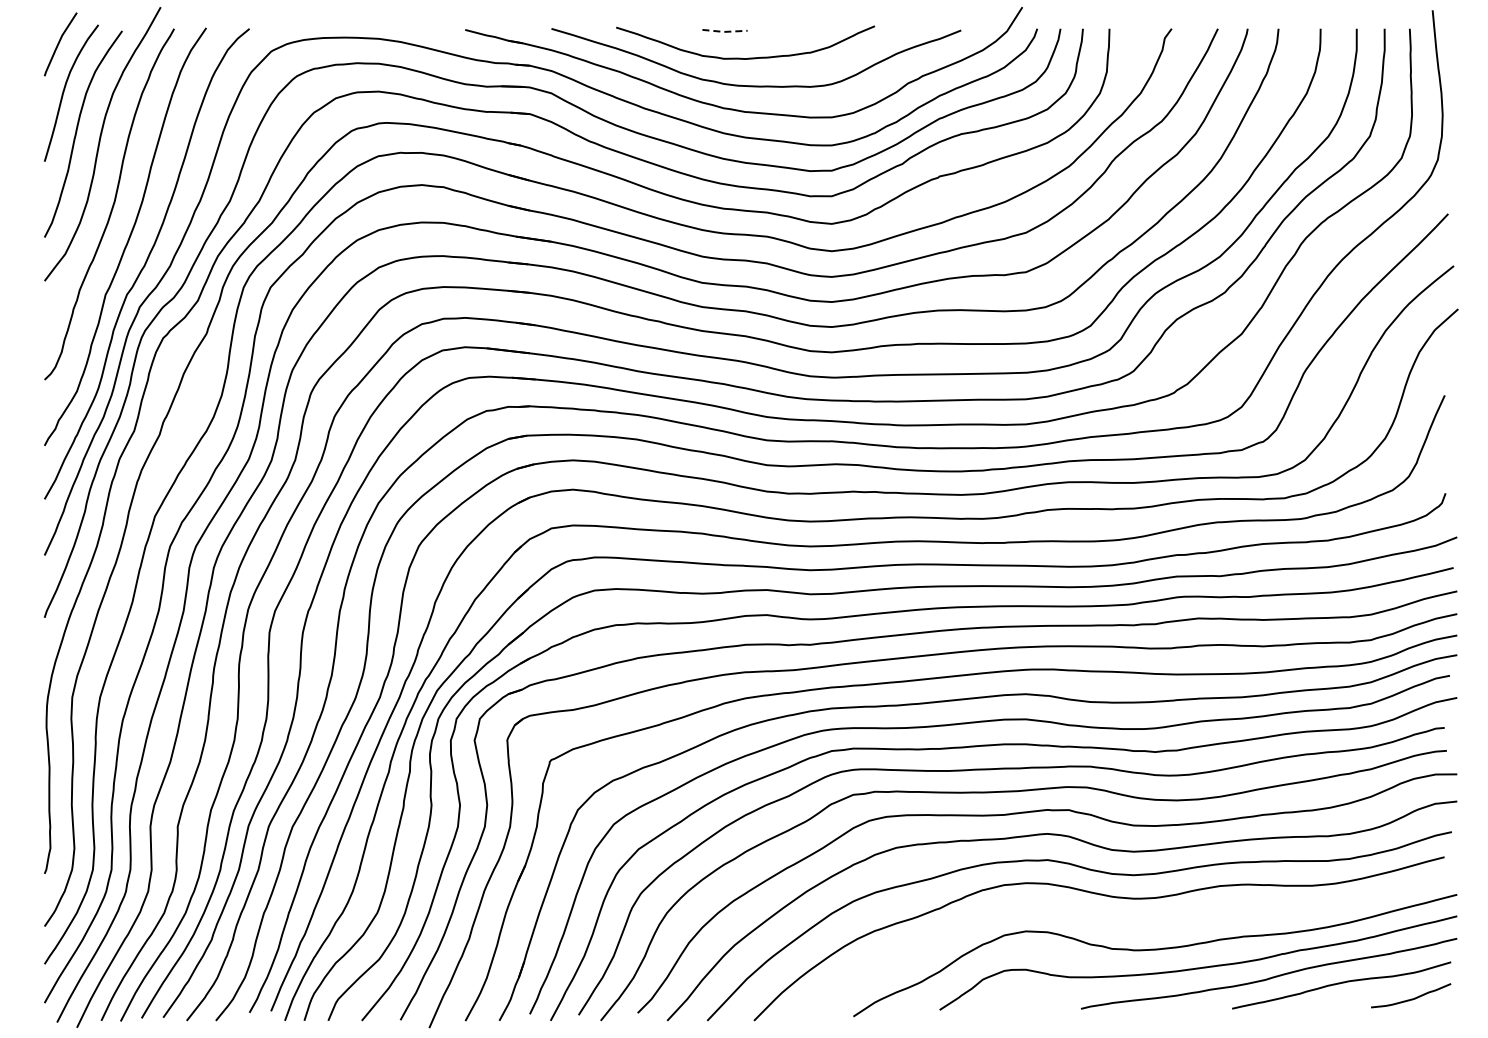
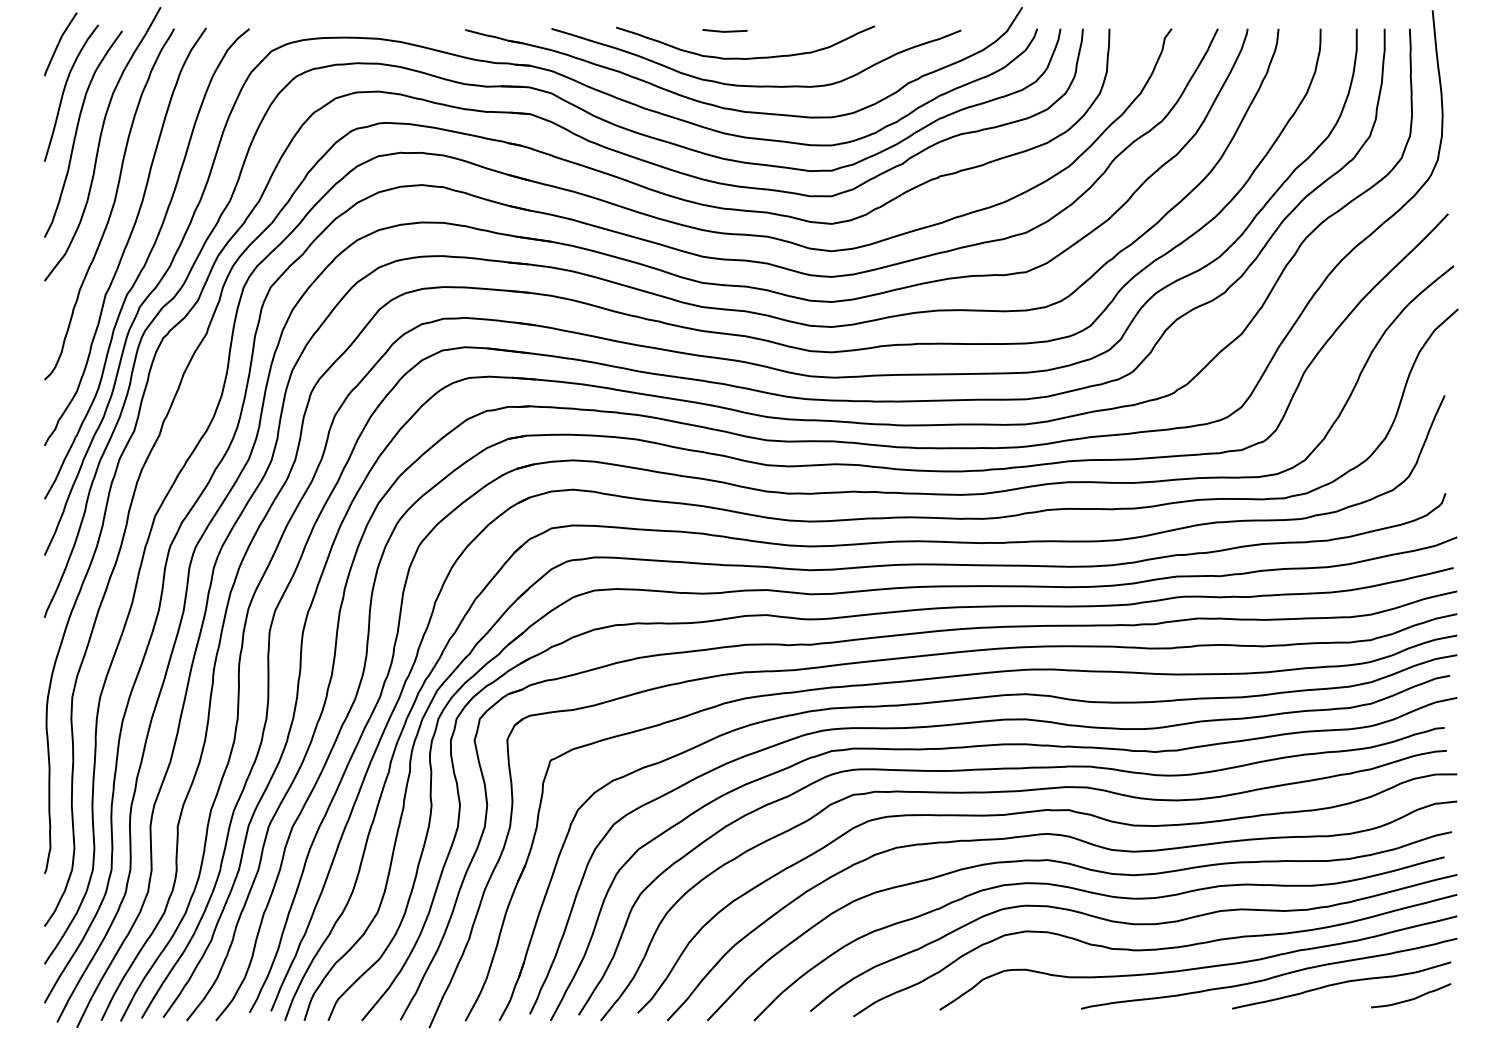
line at (724, 31): dashed -> solid
curve at (1133, 925): none -> present
